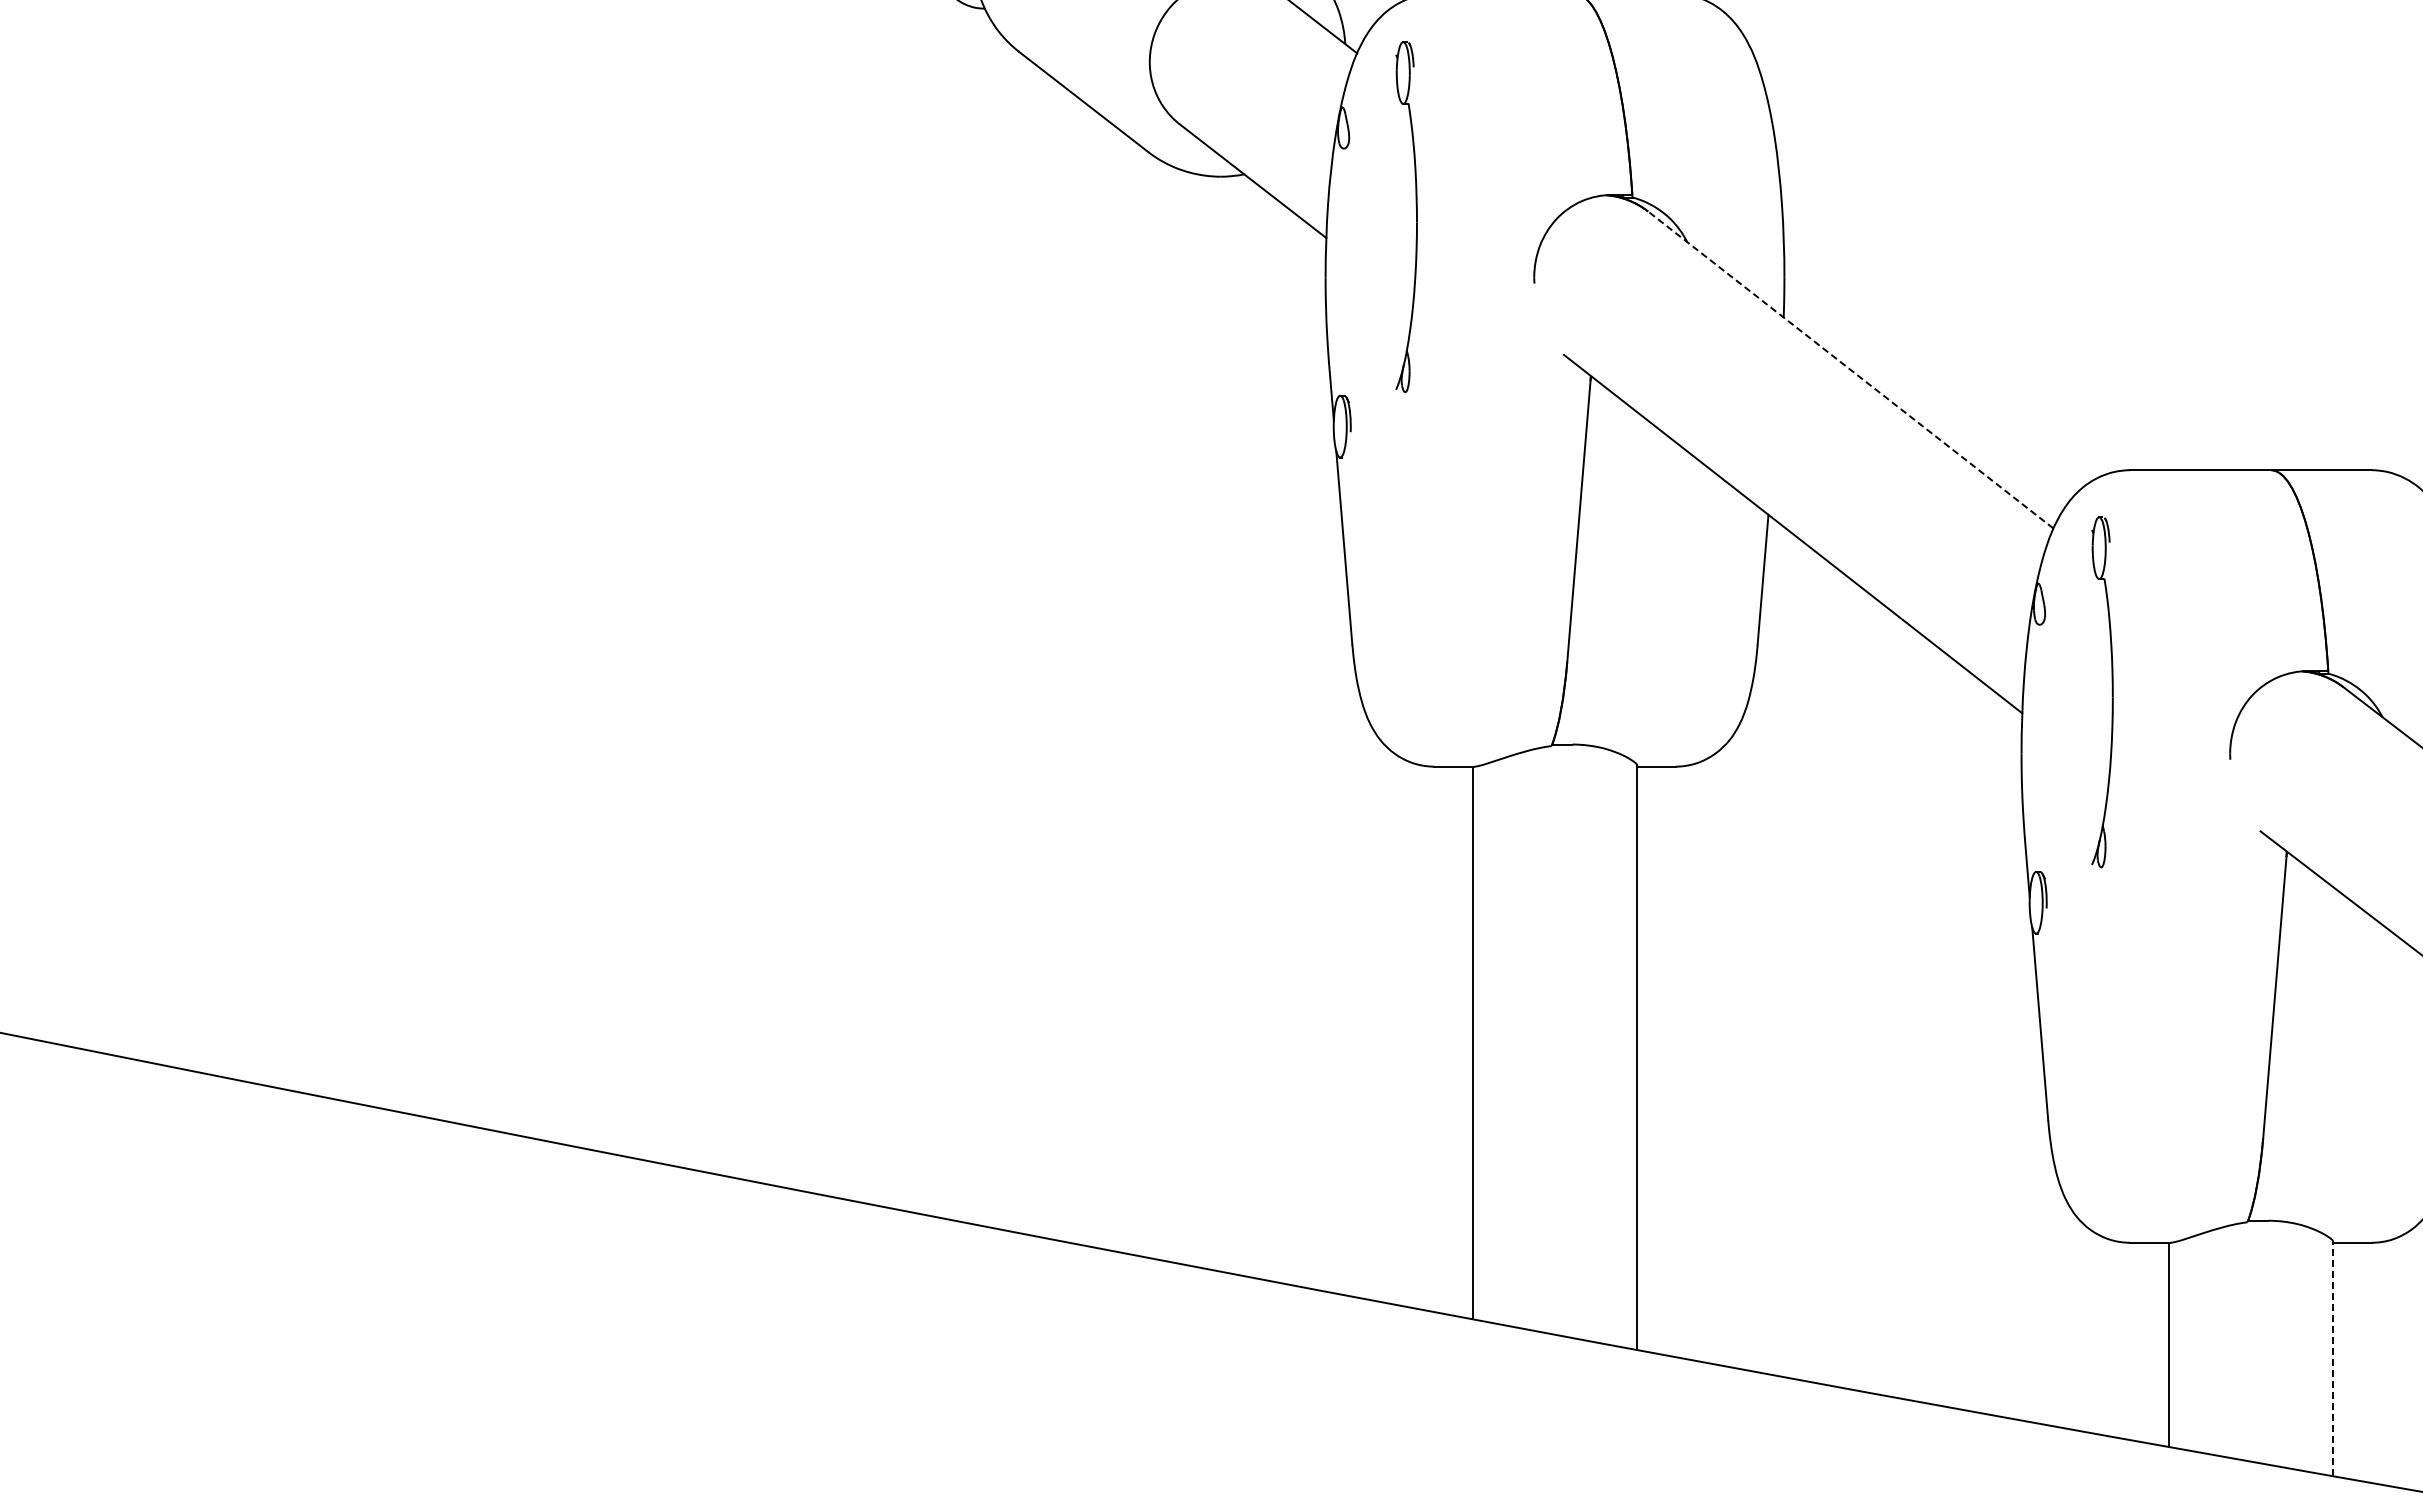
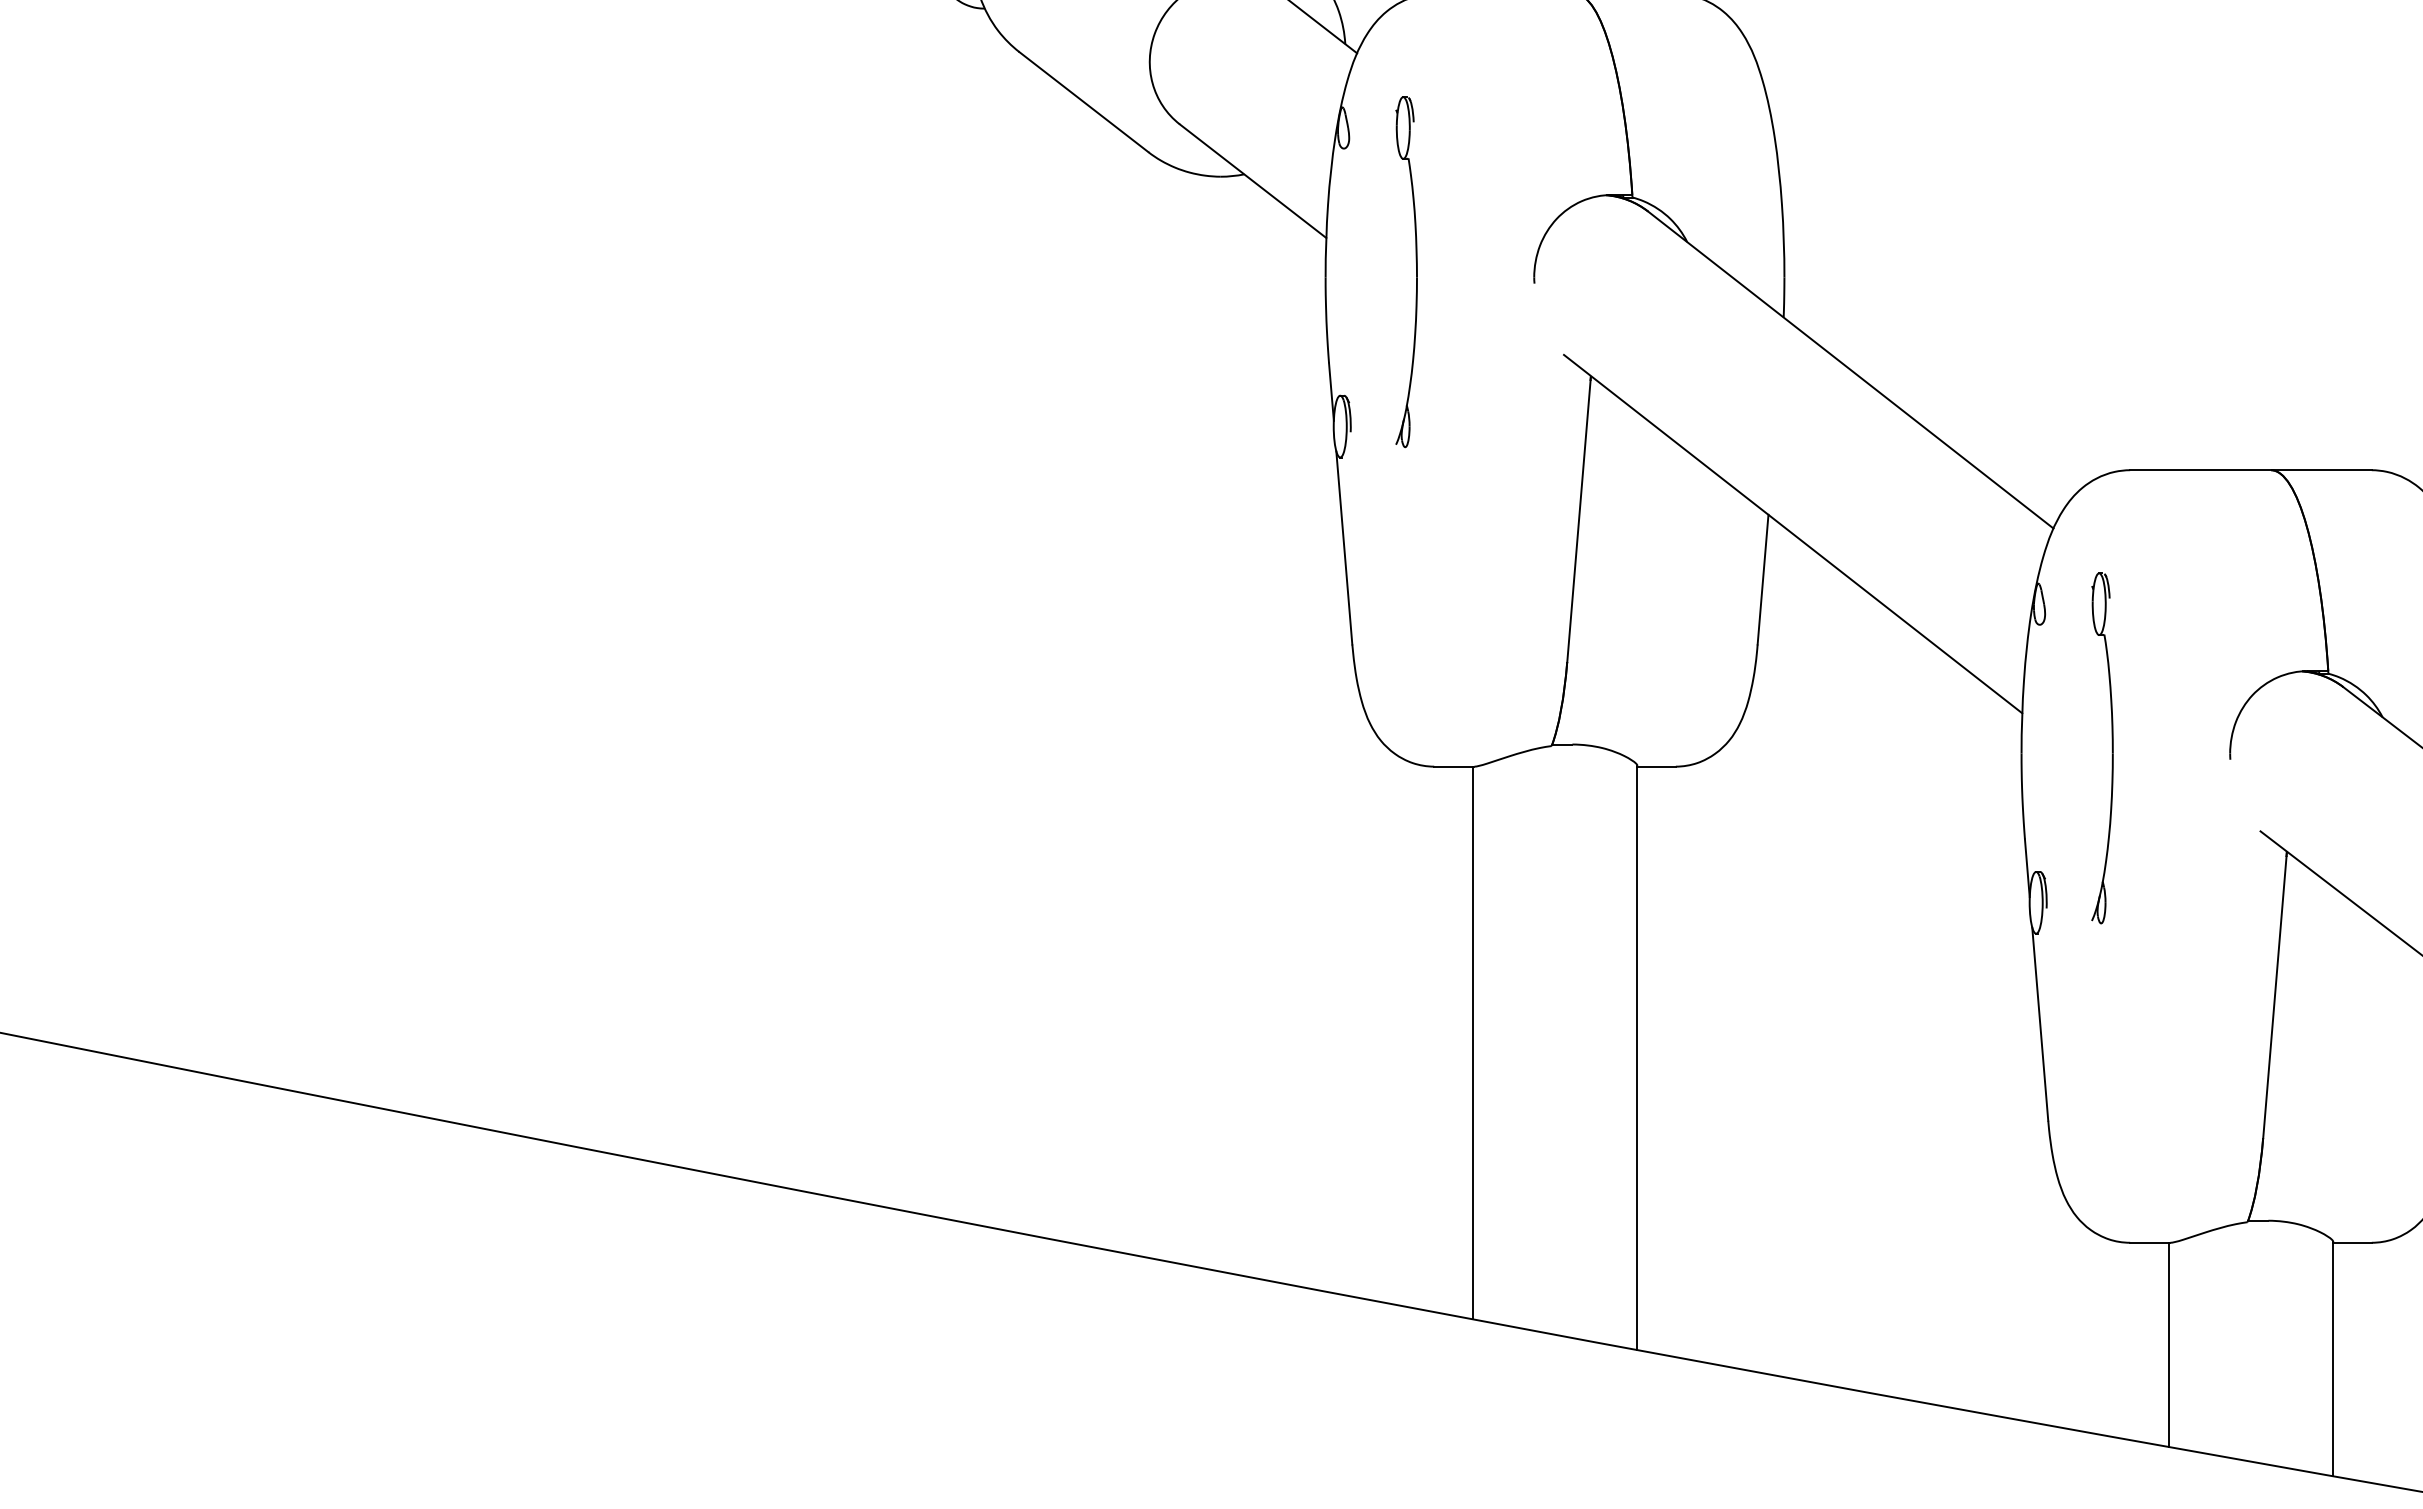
part at (1416, 217) position: (1416, 217) -> (1416, 272)
line at (1850, 369): dashed -> solid
part at (2111, 692) position: (2111, 692) -> (2111, 748)
line at (2333, 1358): dashed -> solid
